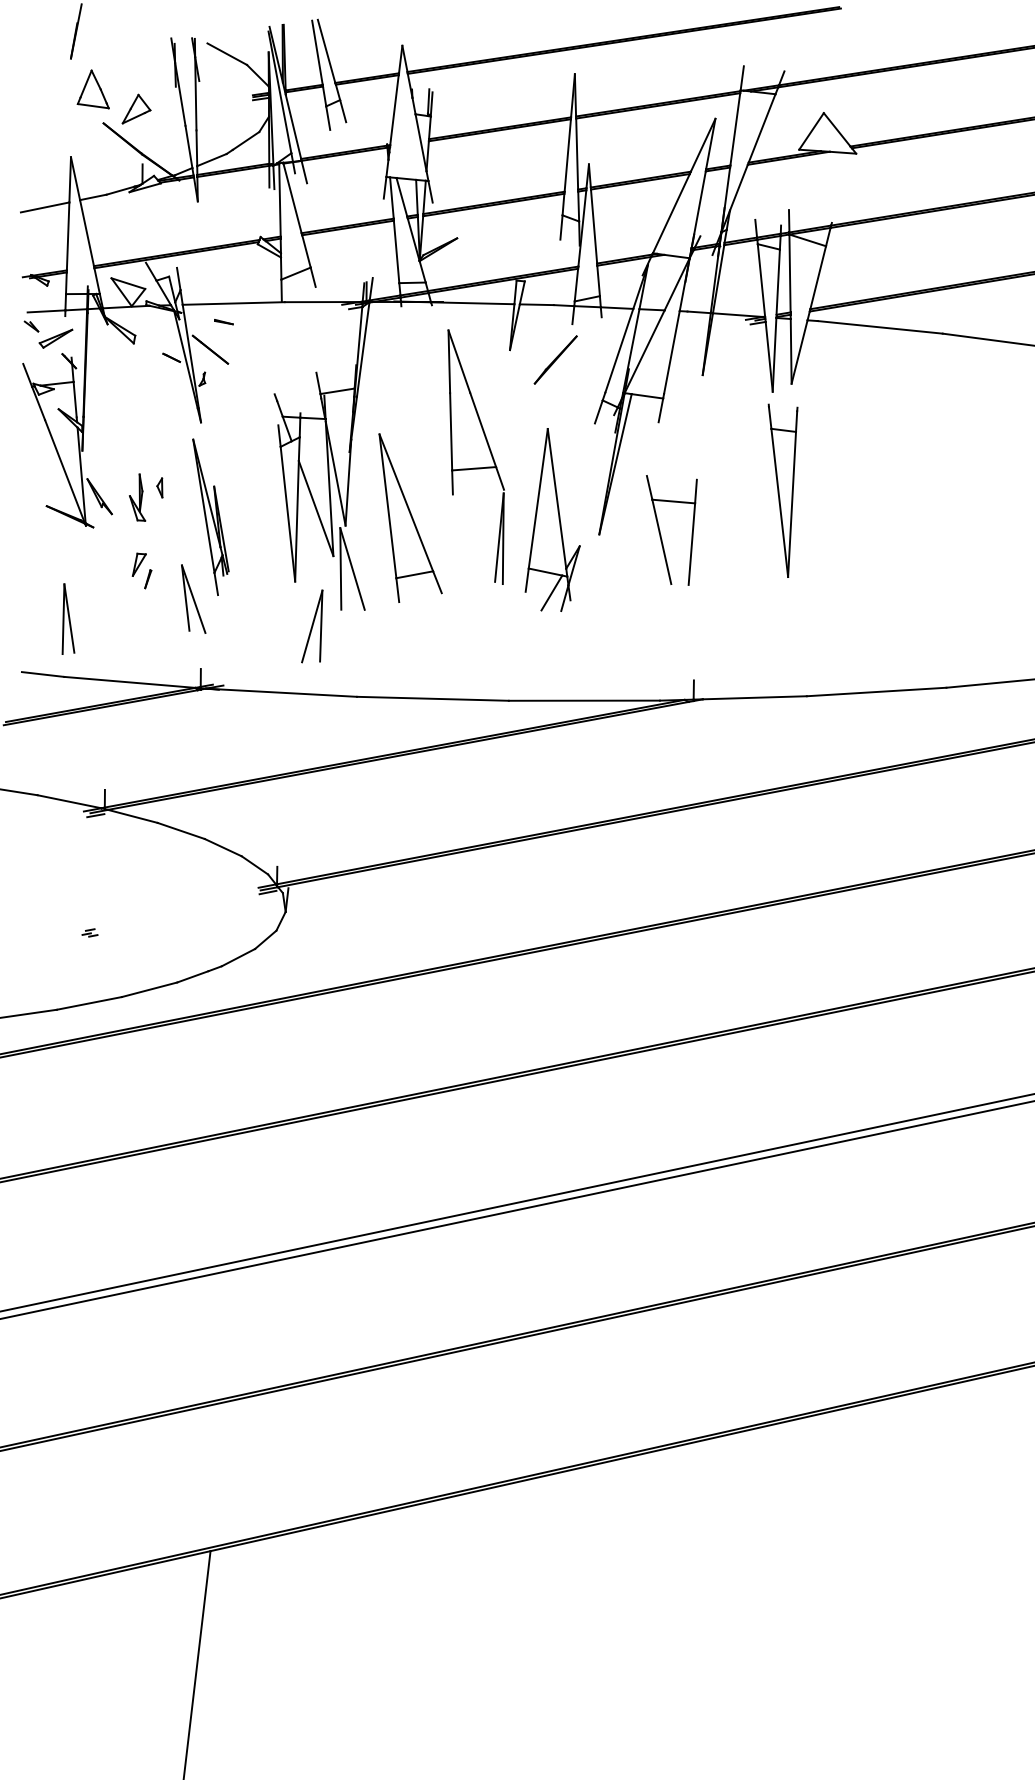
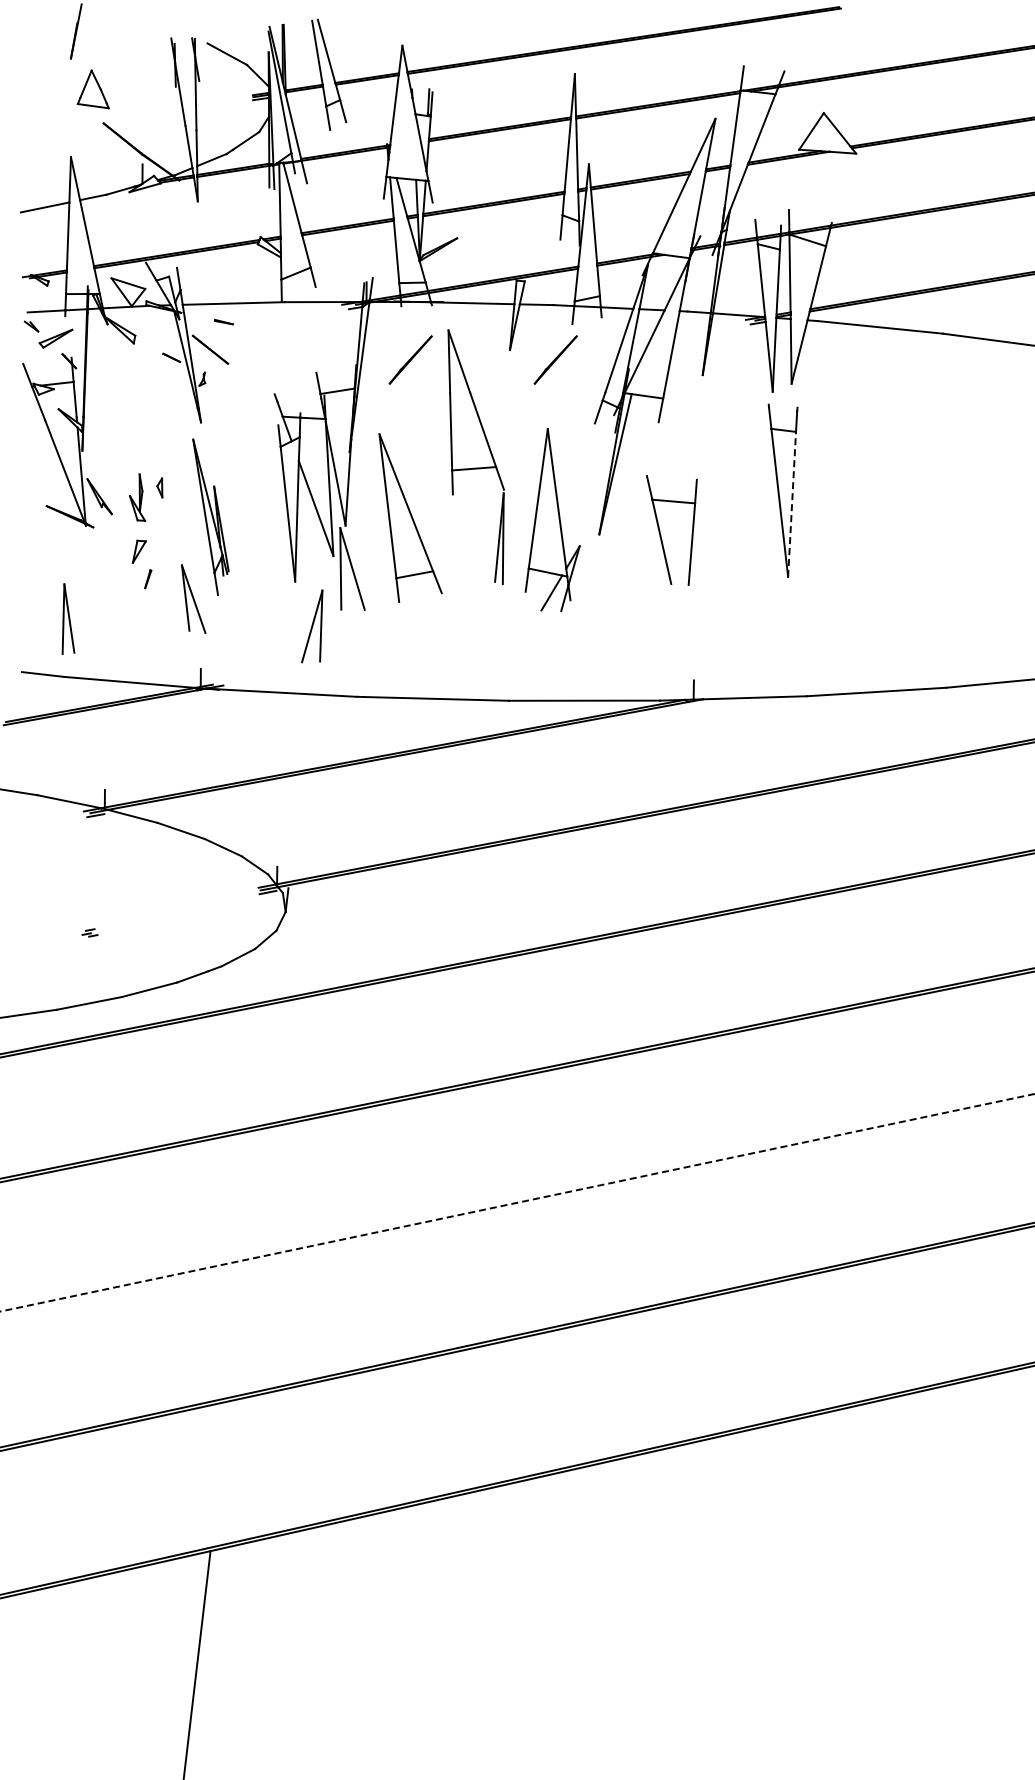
part at (136, 108): present -> none
line at (410, 359): none -> present
line at (792, 504): solid -> dashed
part at (138, 564) position: (138, 564) -> (138, 551)
line at (516, 1202): solid -> dashed
line at (516, 1209): present -> none
